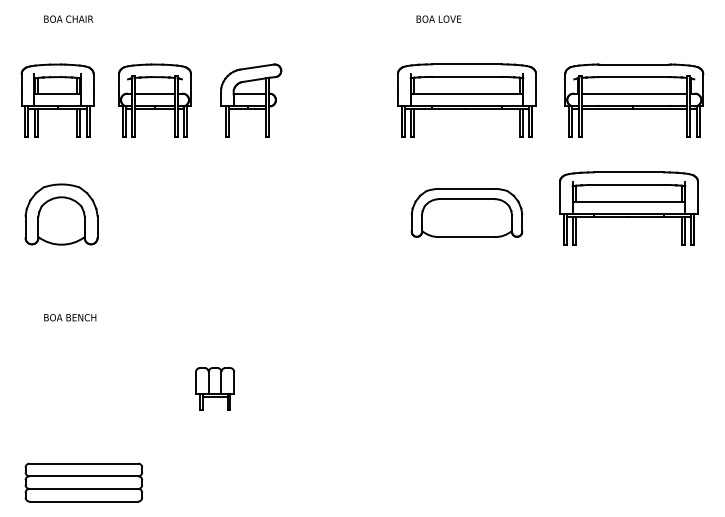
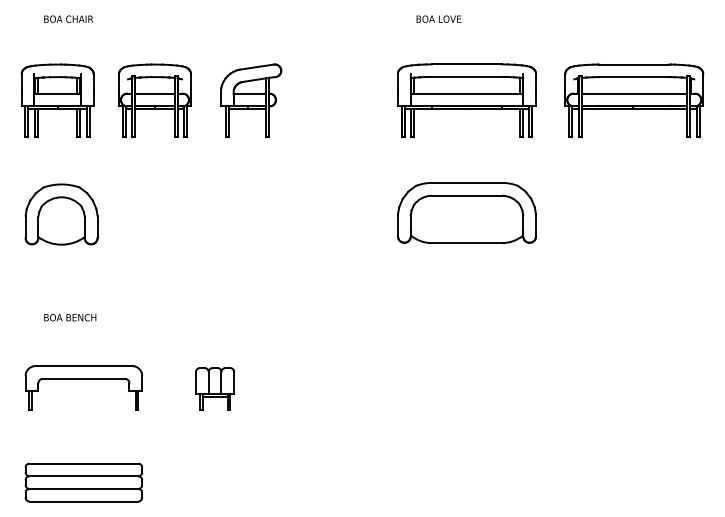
part at (628, 208): present -> none
part at (466, 212) size: 114x50 px -> 140x62 px
part at (83, 379): none -> present
